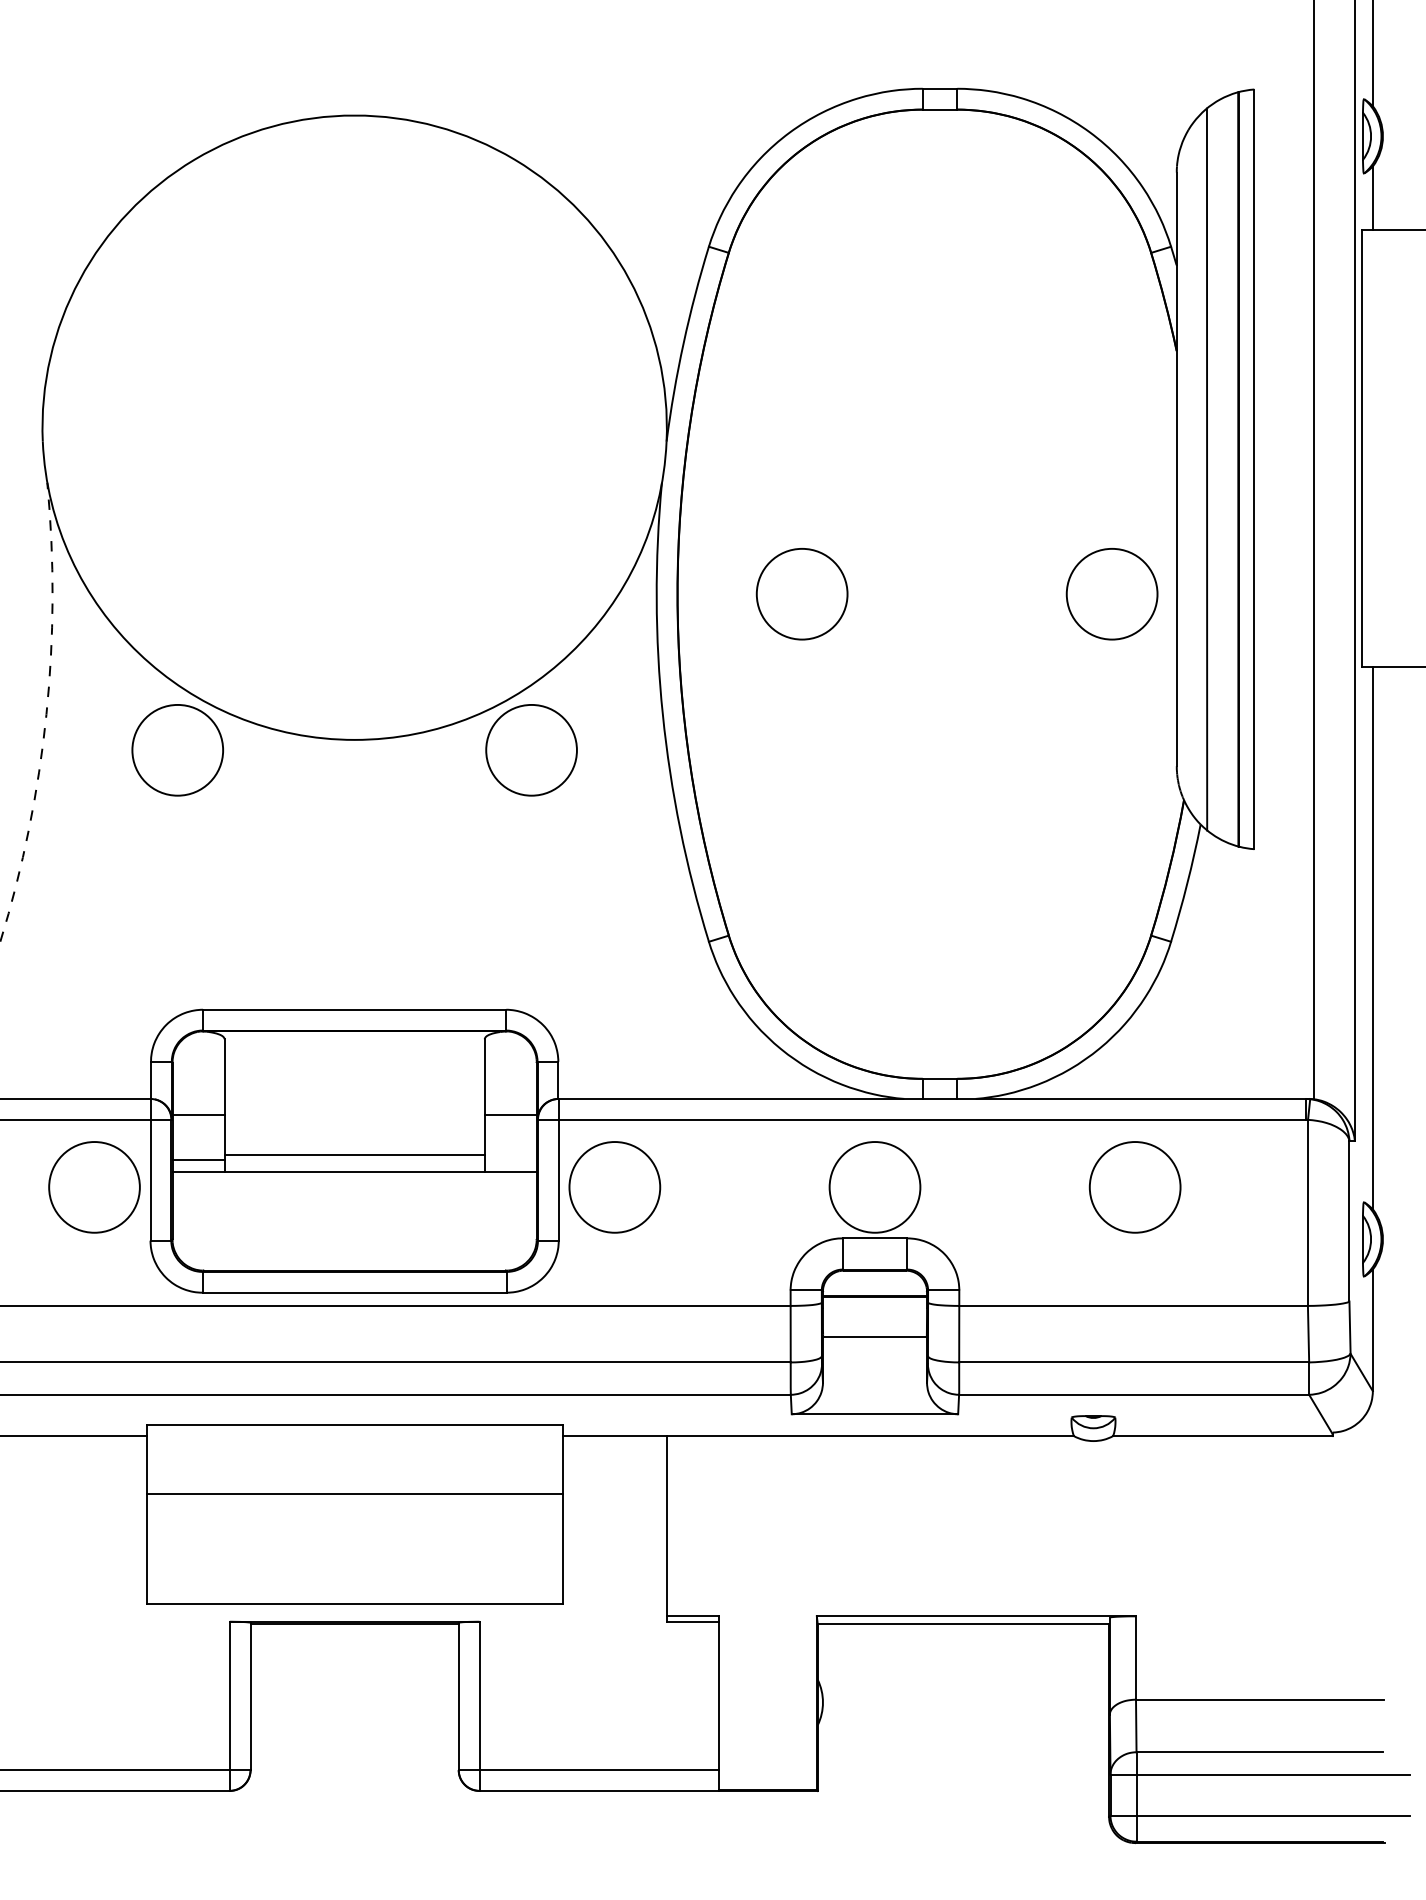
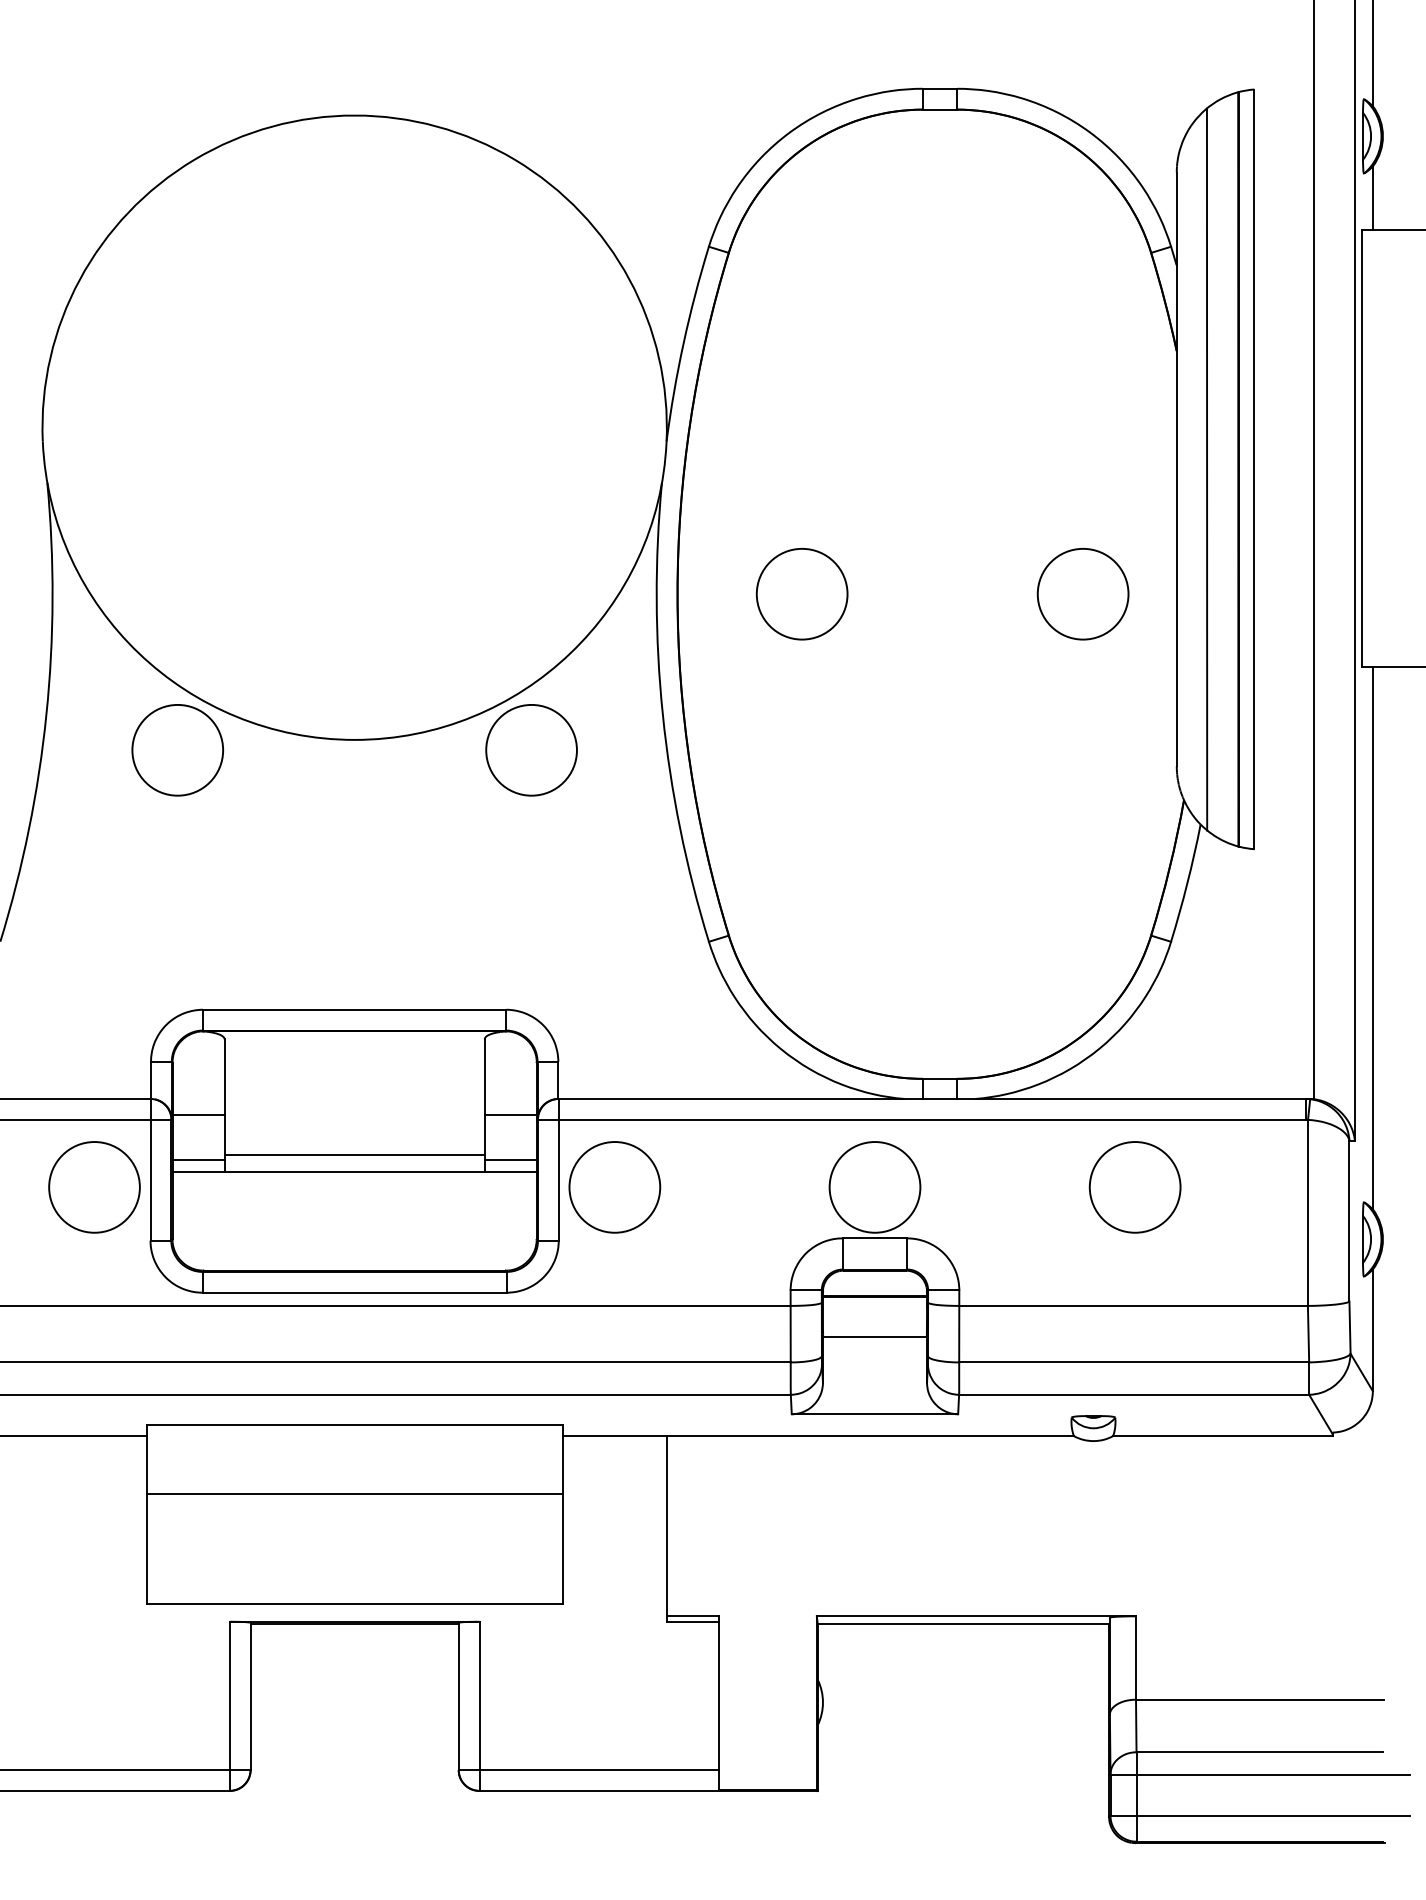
circle at (1111, 594) position: (1111, 594) -> (1082, 594)
arc at (46, 714): dashed -> solid
line at (510, 1159): none -> present
